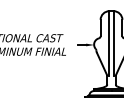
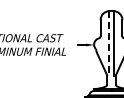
line at (109, 44): solid -> dashed
